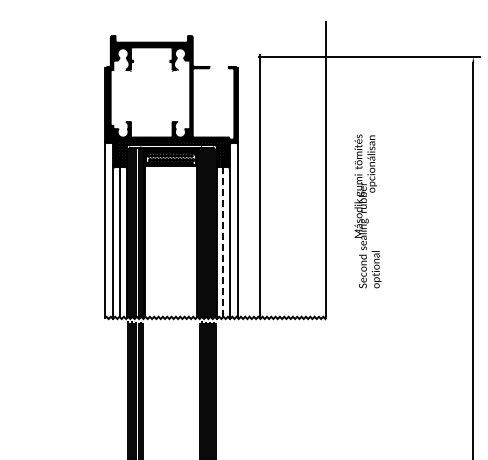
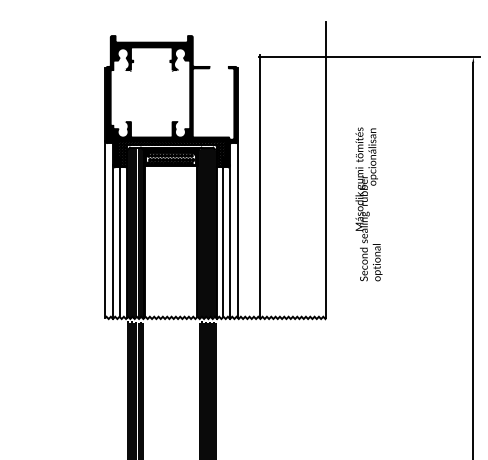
text at (367, 211) position: (367, 211) -> (368, 204)
line at (223, 242): dashed -> solid
